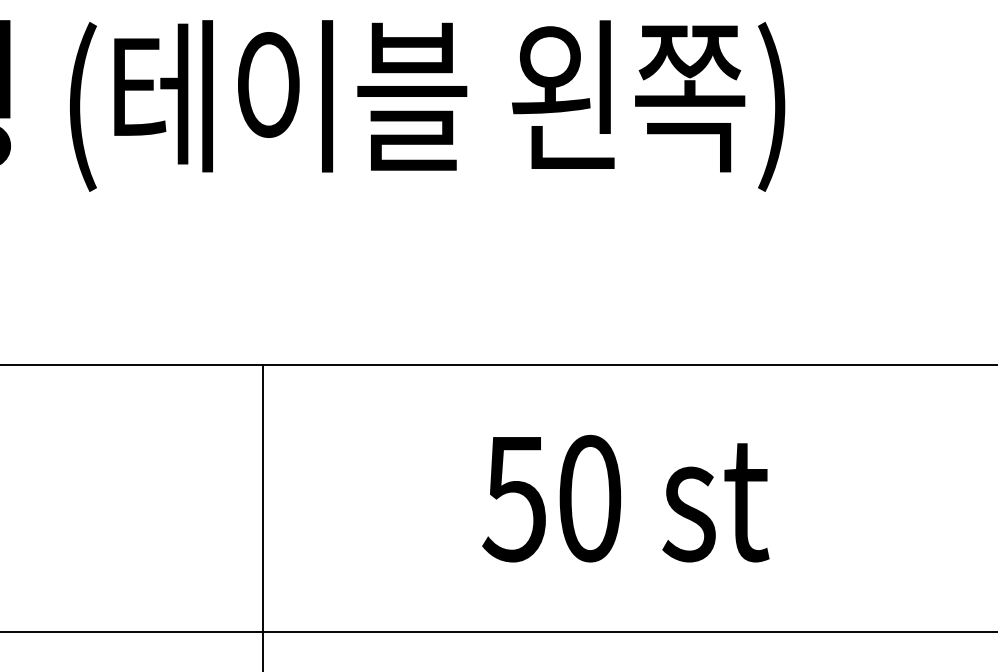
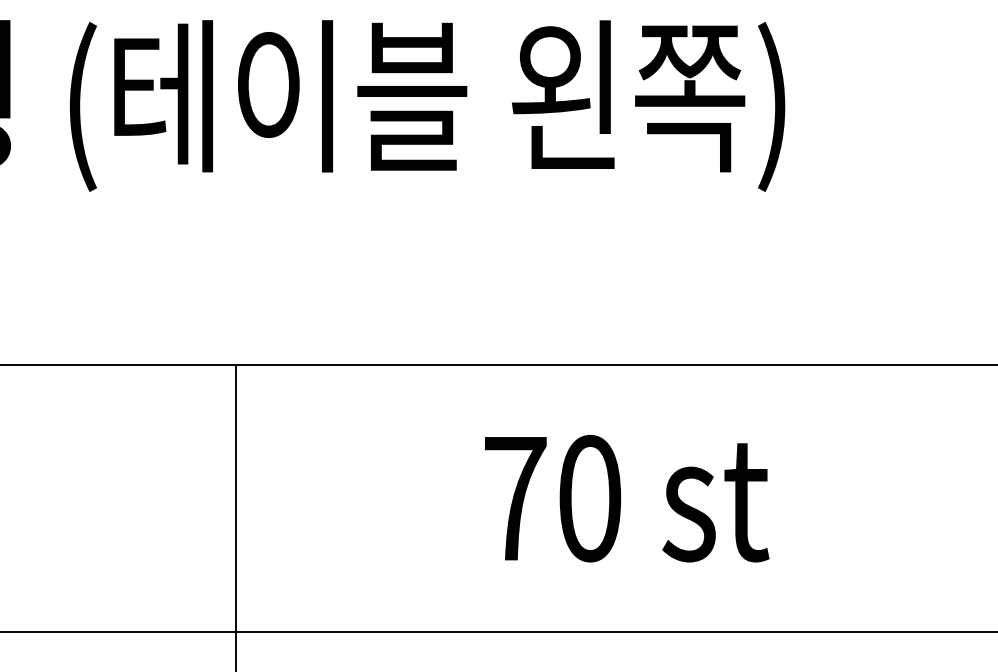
text at (514, 499): 50 -> 70
line at (262, 516) position: (262, 516) -> (235, 516)
